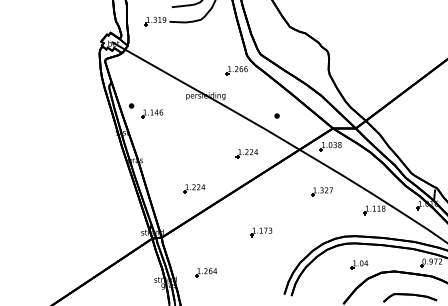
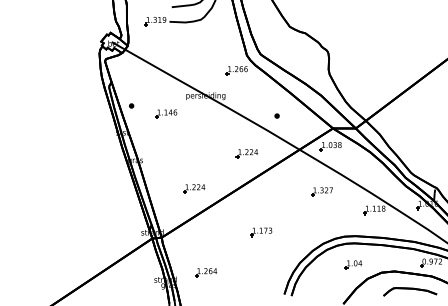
part at (152, 113) position: (152, 113) -> (166, 113)
part at (359, 264) position: (359, 264) -> (353, 264)
part at (410, 297) position: (410, 297) -> (410, 291)
